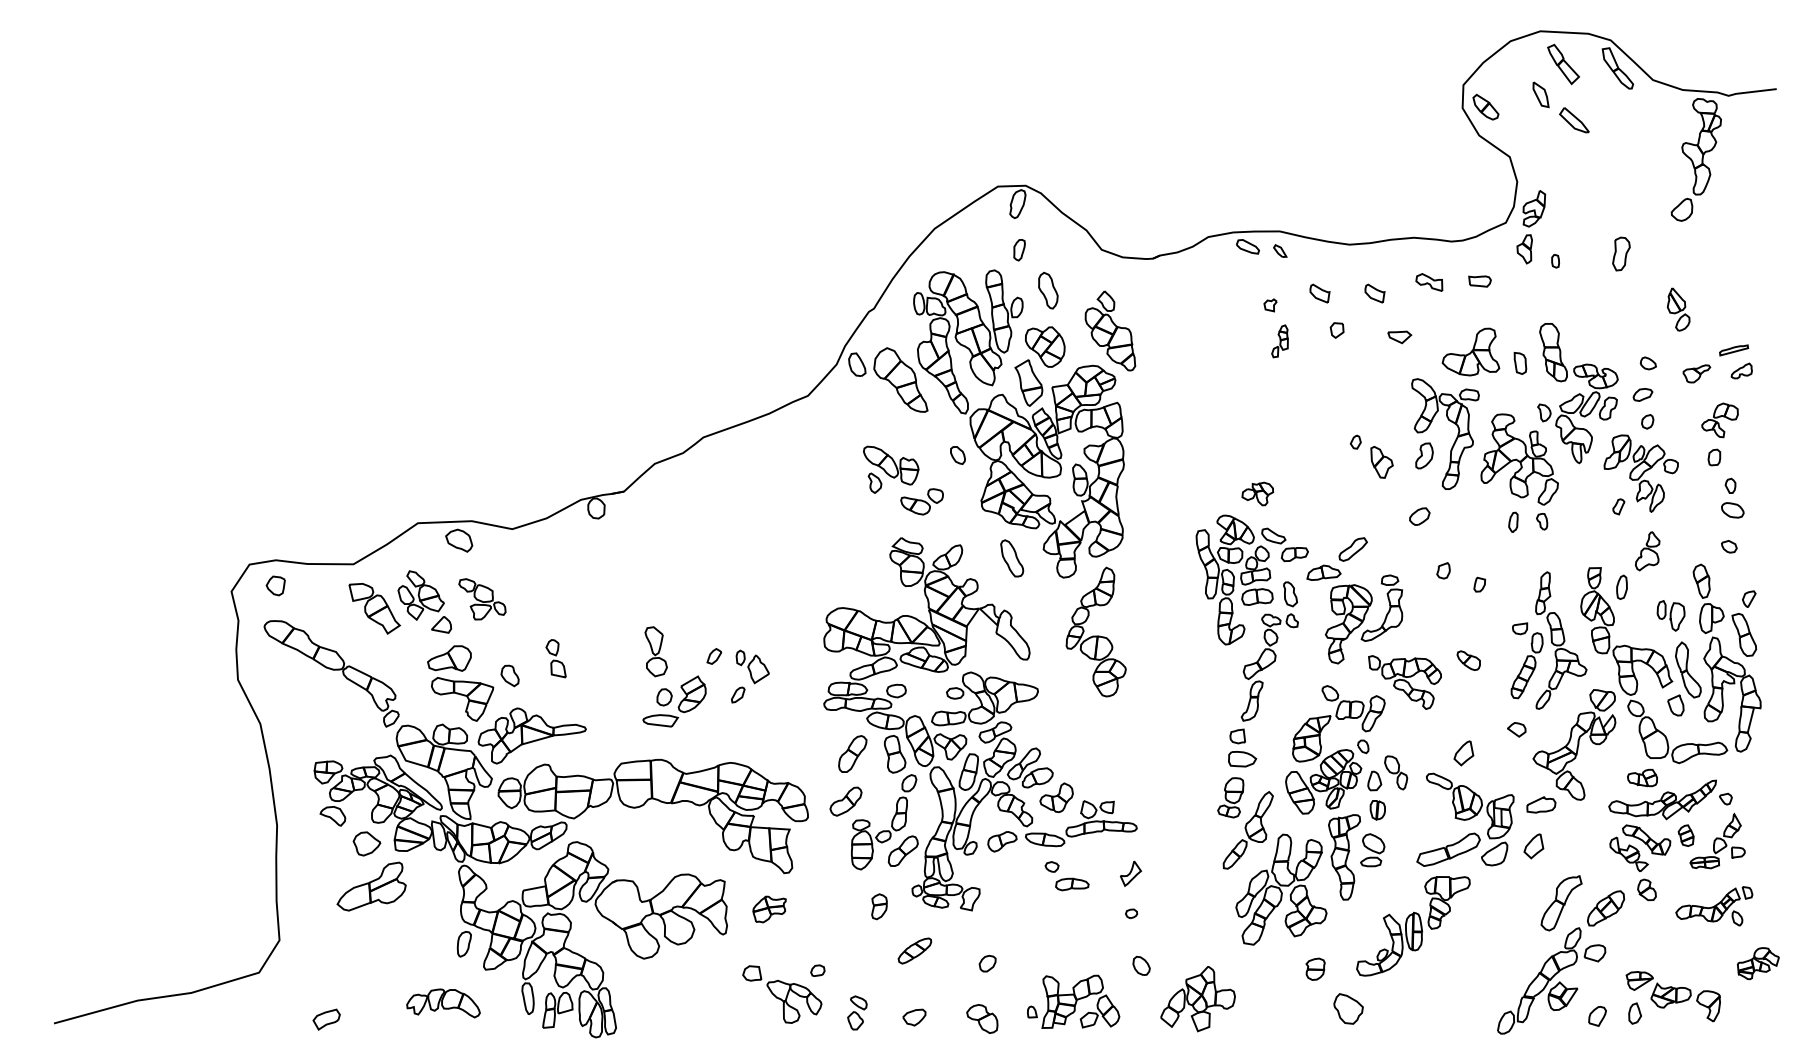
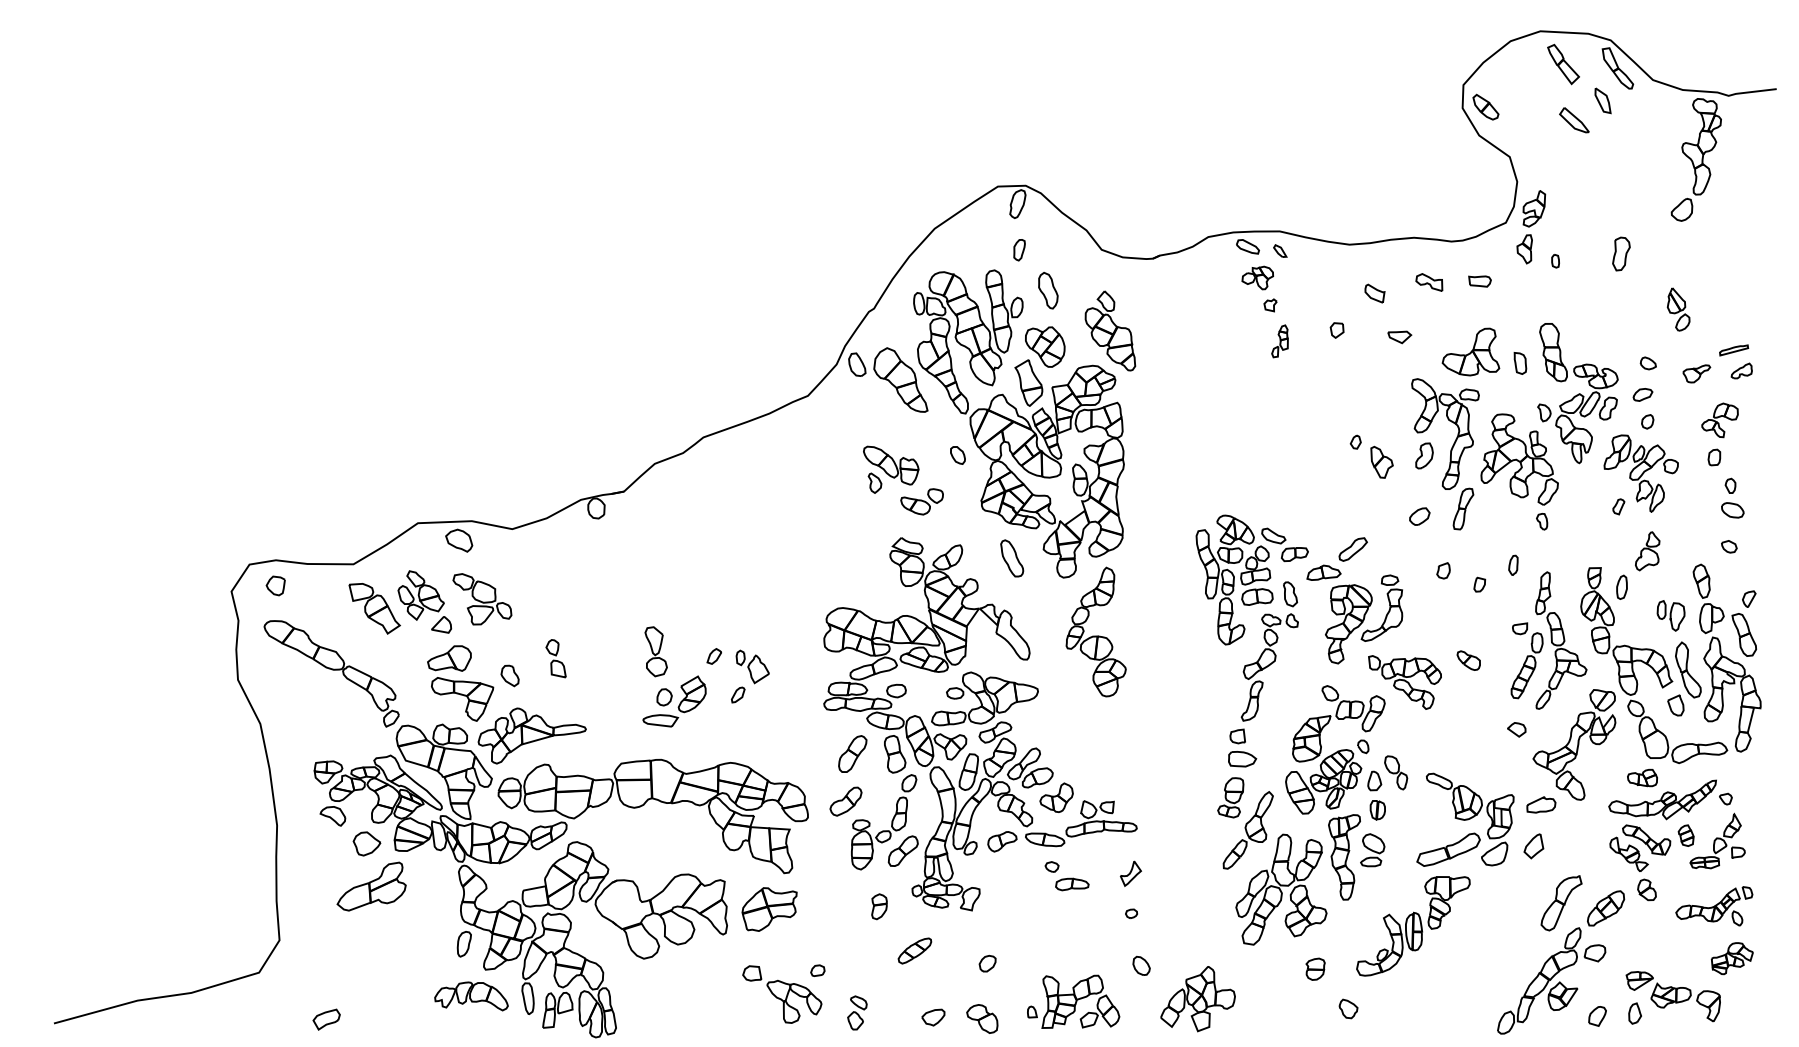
part at (1540, 94) position: (1540, 94) -> (1602, 100)
part at (1319, 293): present -> none
part at (1257, 493) position: (1257, 493) -> (1257, 277)
part at (1463, 508): none -> present
part at (1513, 521) position: (1513, 521) -> (1513, 564)
part at (482, 599) size: 49x43 px -> 61x53 px
part at (1463, 753): present -> none
part at (769, 909) size: 35x29 px -> 57x45 px
part at (1757, 963) position: (1757, 963) -> (1731, 958)
part at (443, 1003) position: (443, 1003) -> (471, 996)
part at (1348, 1008) size: 31x32 px -> 21x22 px
part at (914, 1017) position: (914, 1017) -> (933, 1017)
